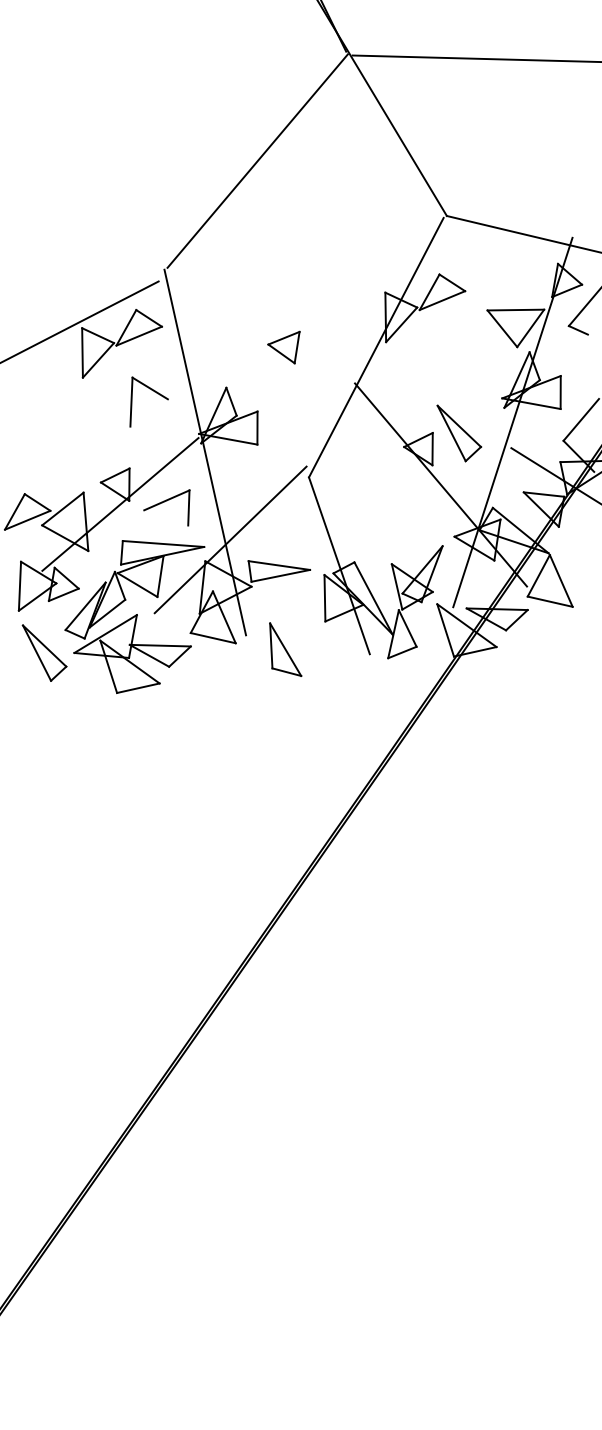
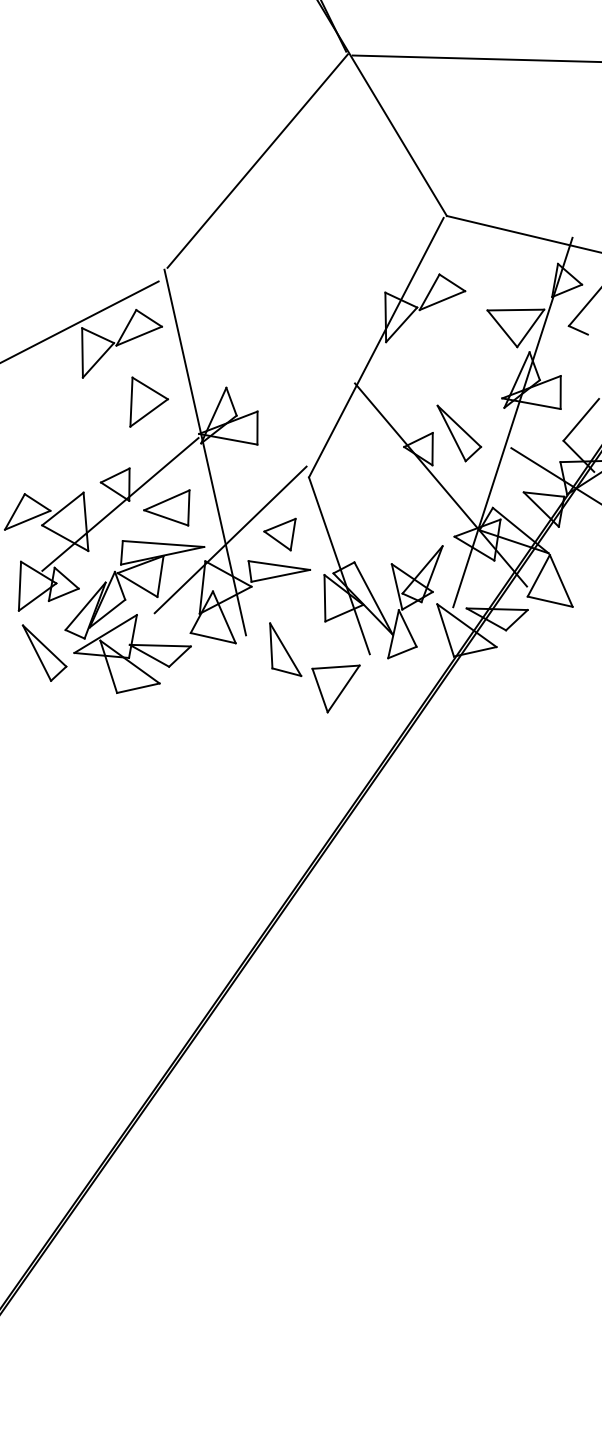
part at (283, 347) position: (283, 347) -> (279, 534)
line at (148, 412): none -> present
line at (166, 517): none -> present
part at (335, 688): none -> present
